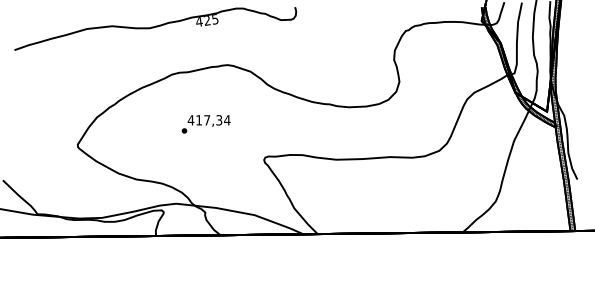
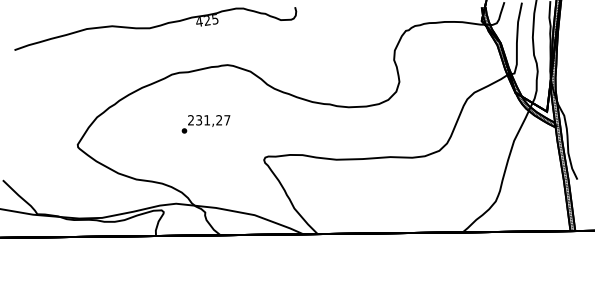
text at (208, 120): 417,34 -> 231,27
